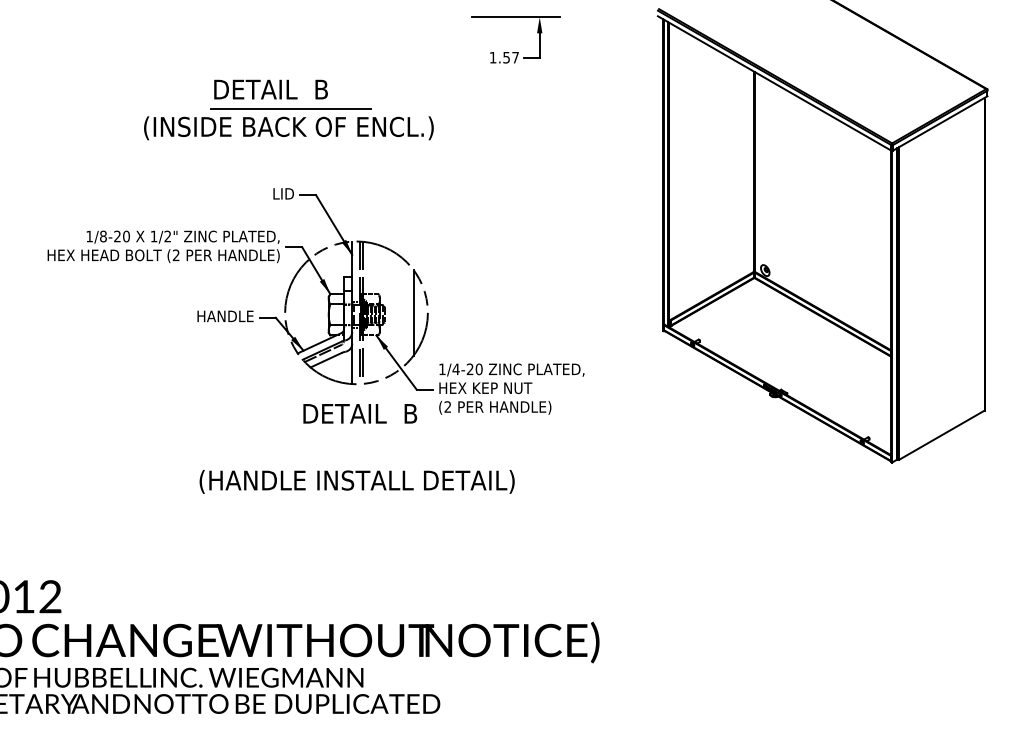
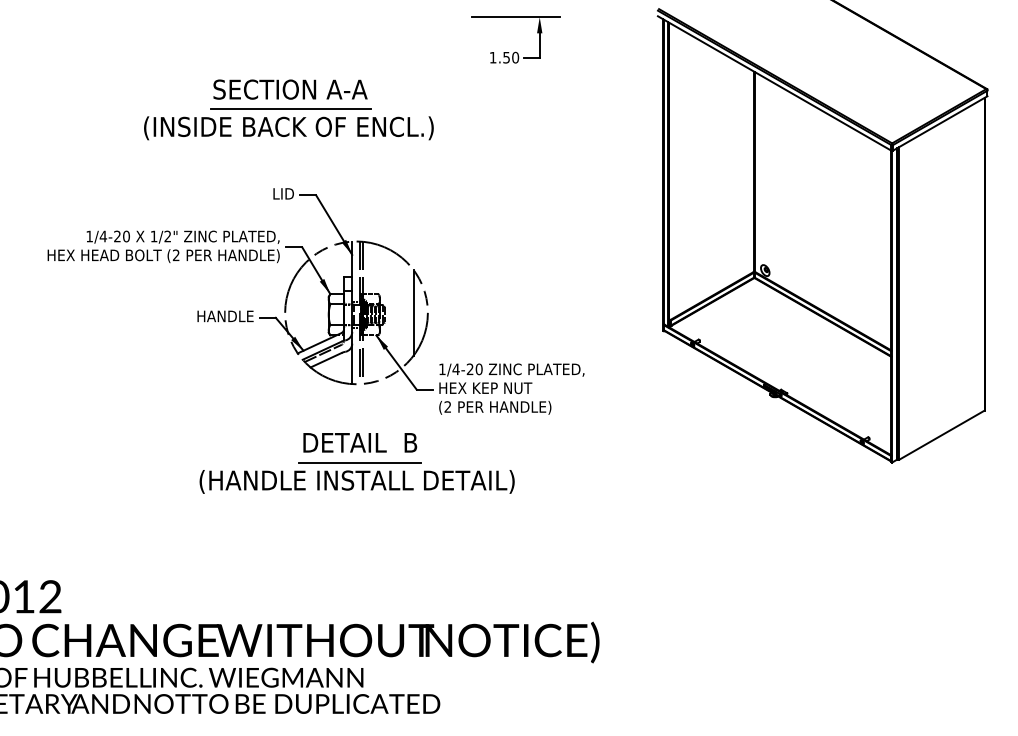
text at (515, 57): 1.57 -> 1.50
text at (290, 89): DETAIL  B -> SECTION A-A
text at (103, 236): 1/8-20 -> 1/4-20
text at (360, 413) position: (360, 413) -> (360, 442)
line at (359, 462): none -> present
